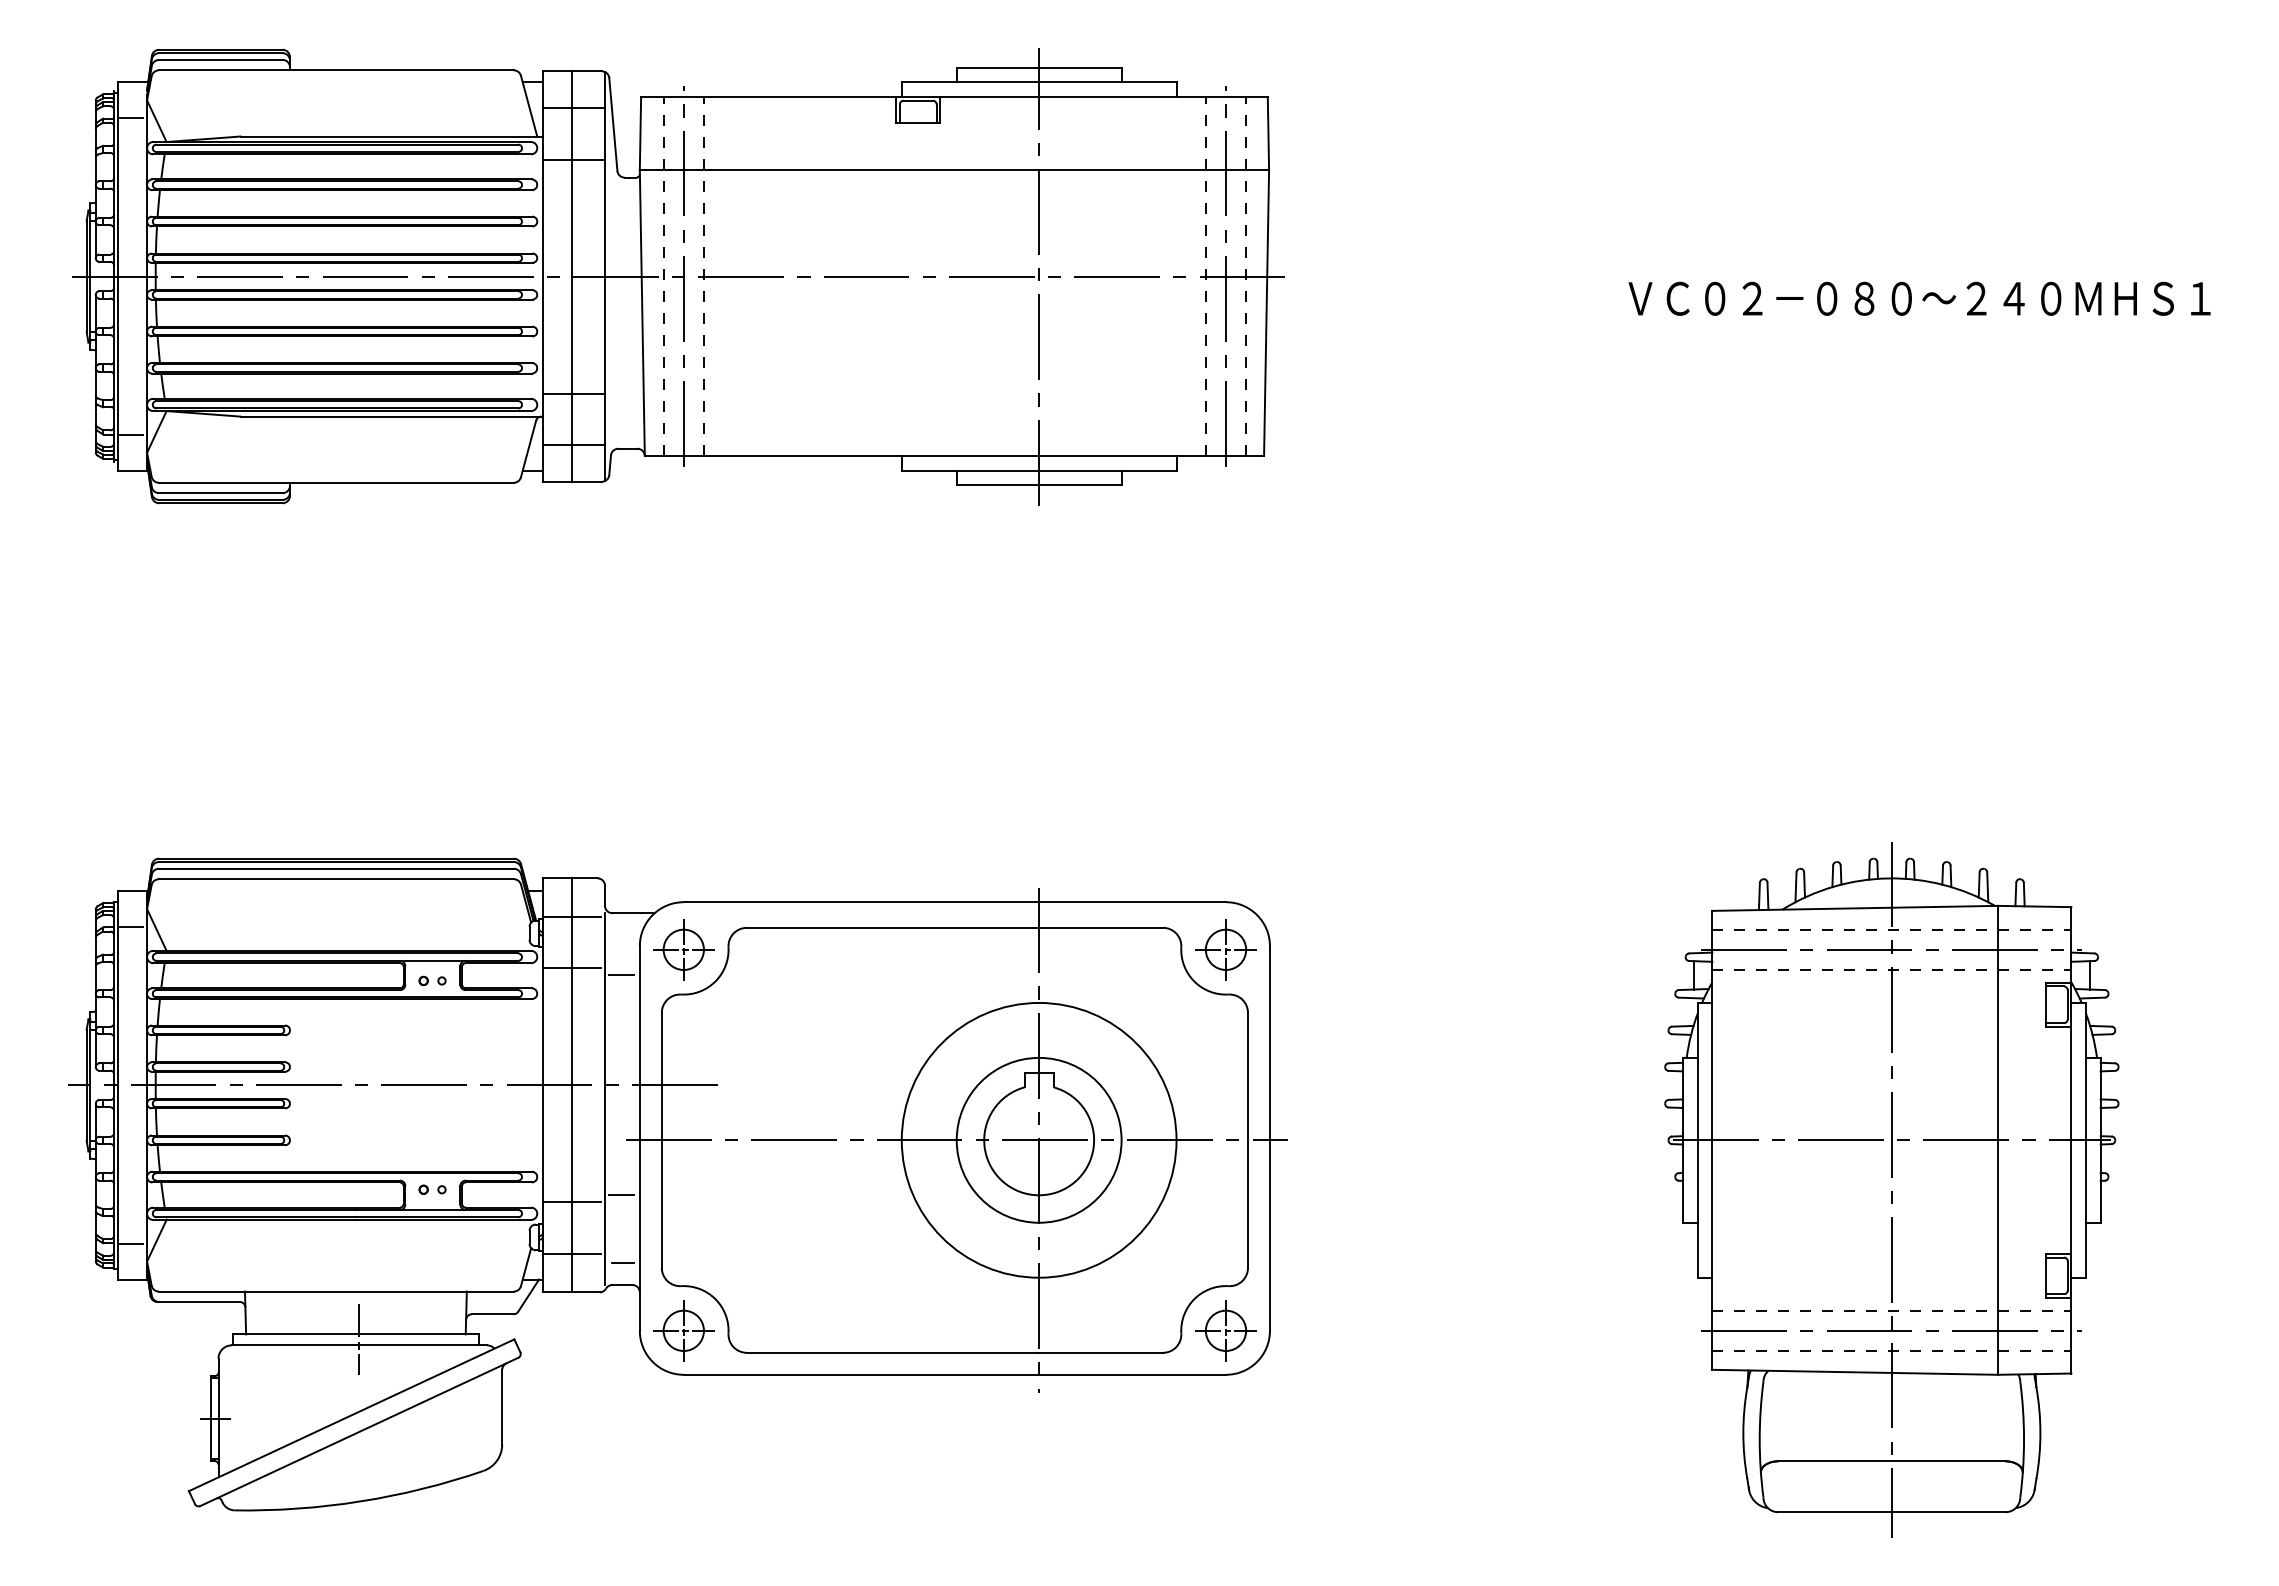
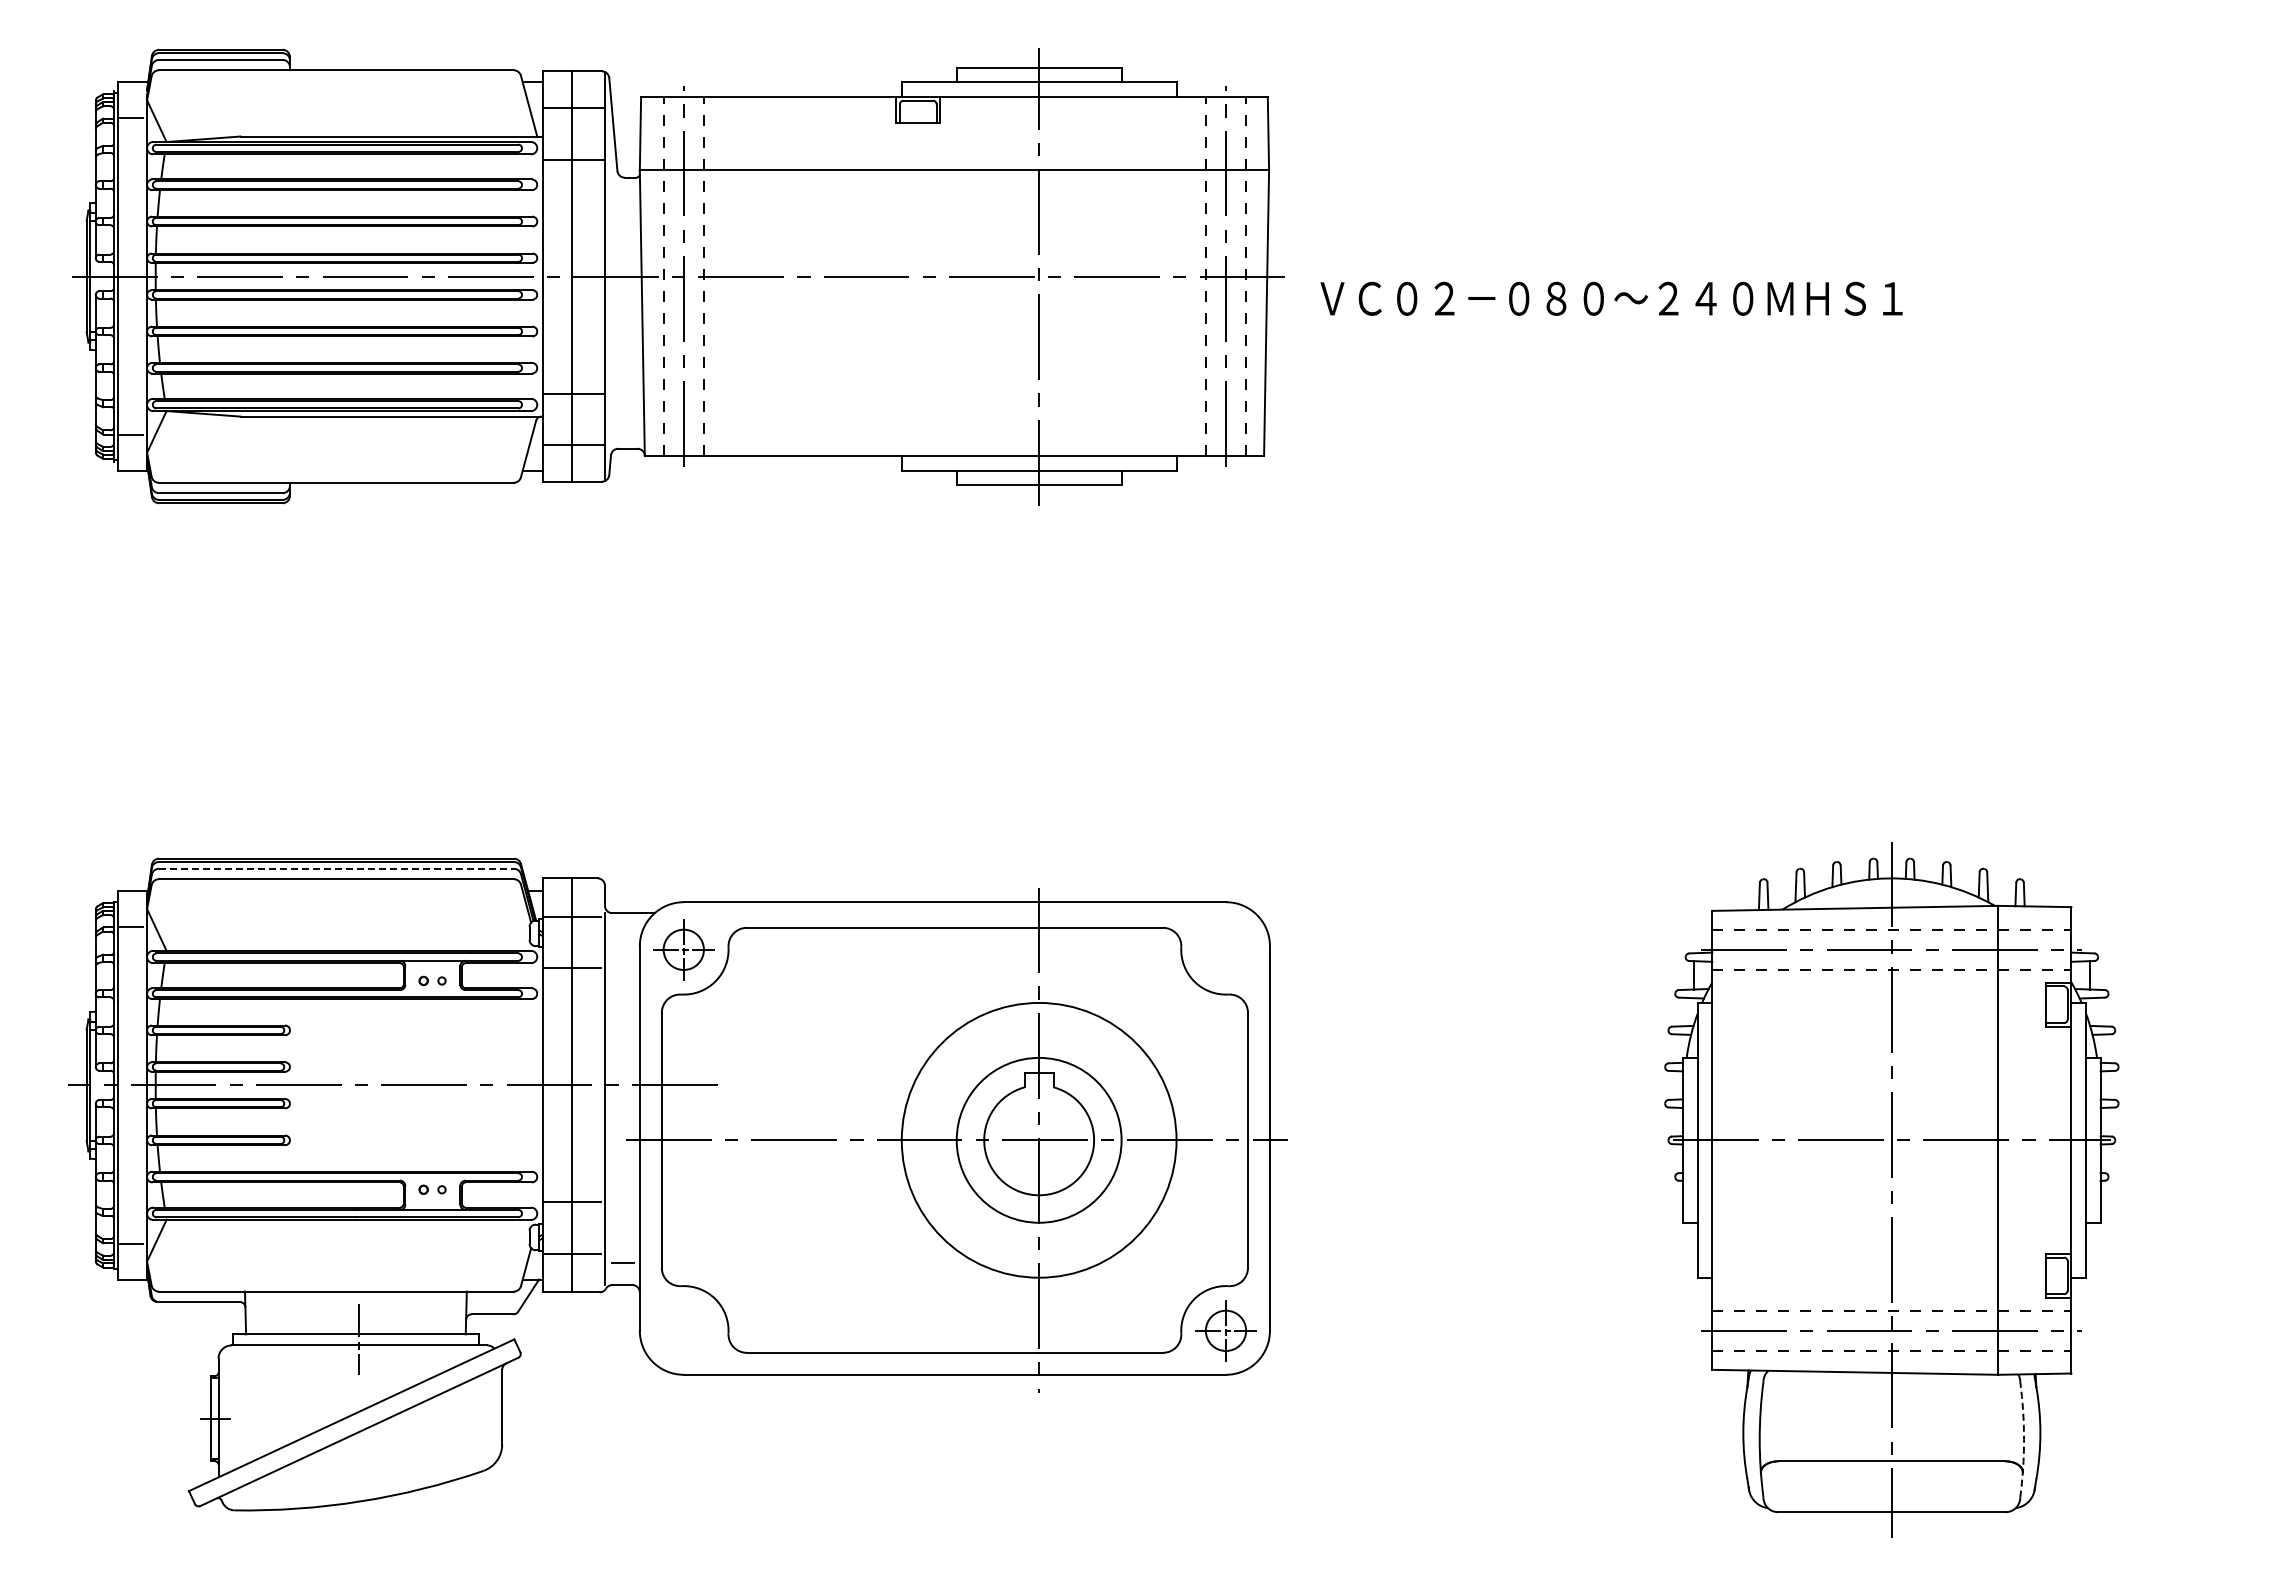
text at (1919, 298) position: (1919, 298) -> (1611, 298)
line at (336, 868): solid -> dashed
part at (1225, 949): present -> none
line at (621, 975): present -> none
line at (621, 1195): present -> none
part at (683, 1330): present -> none
arc at (2024, 1439): solid -> dashed
